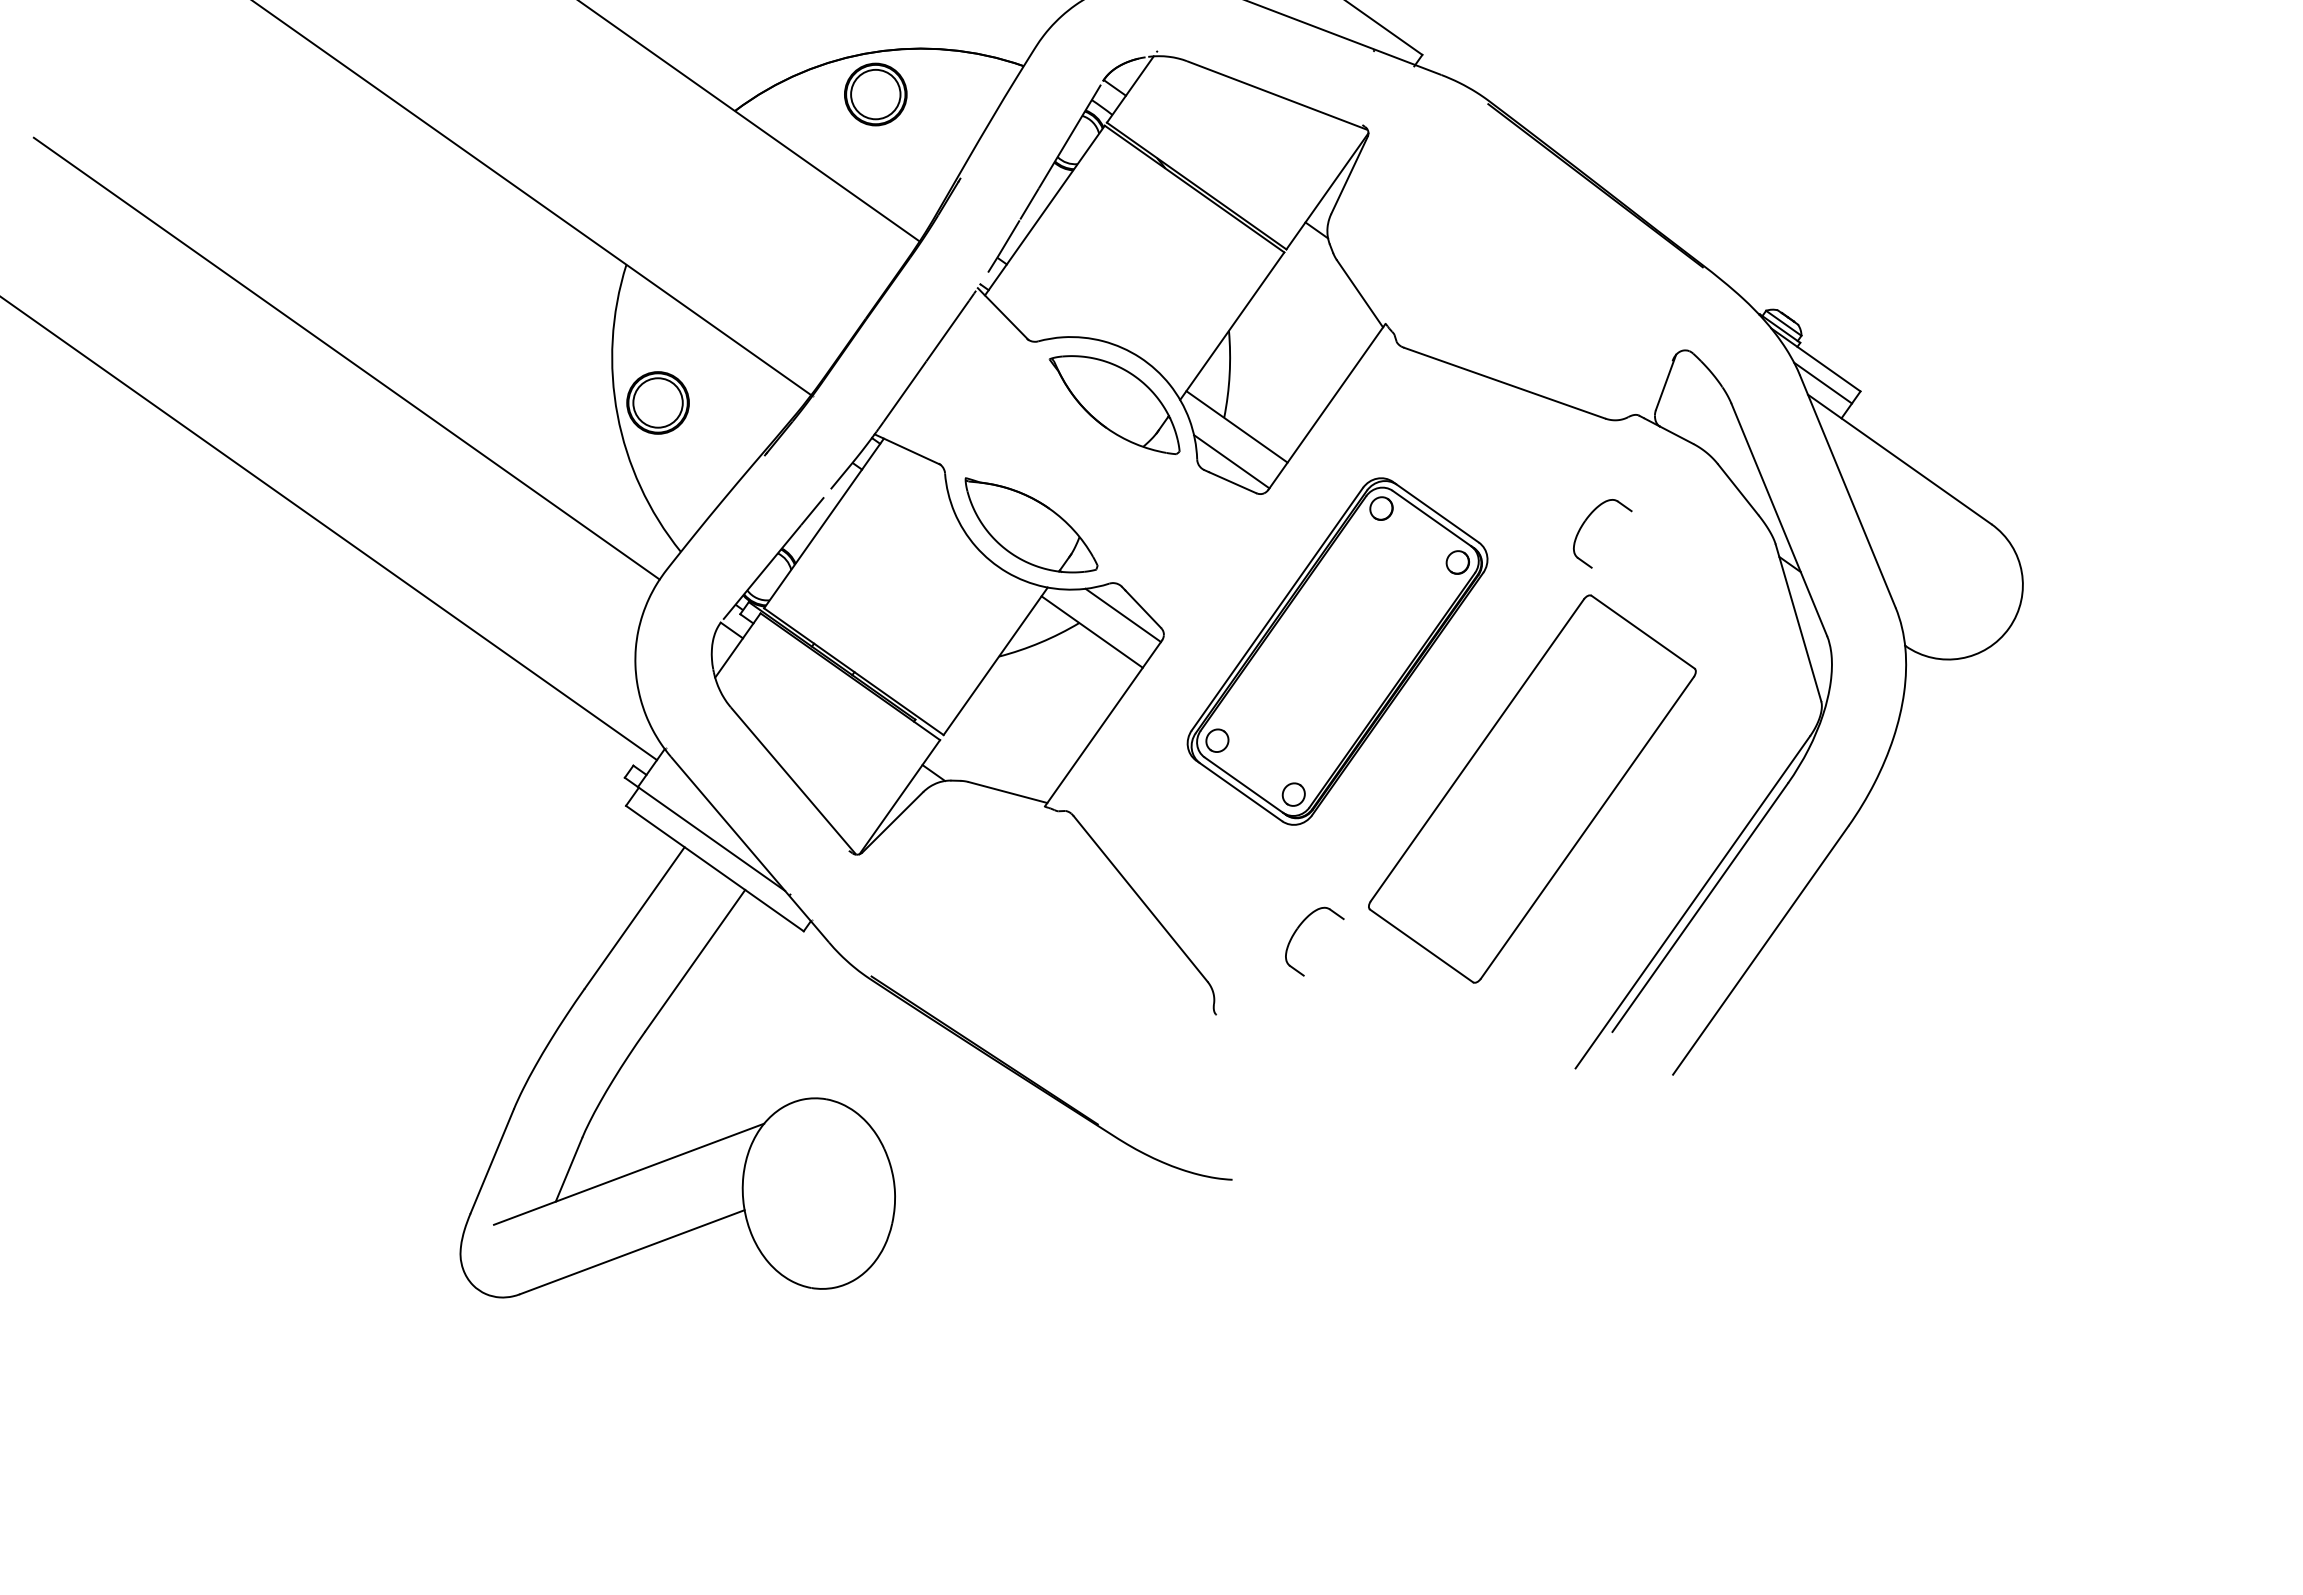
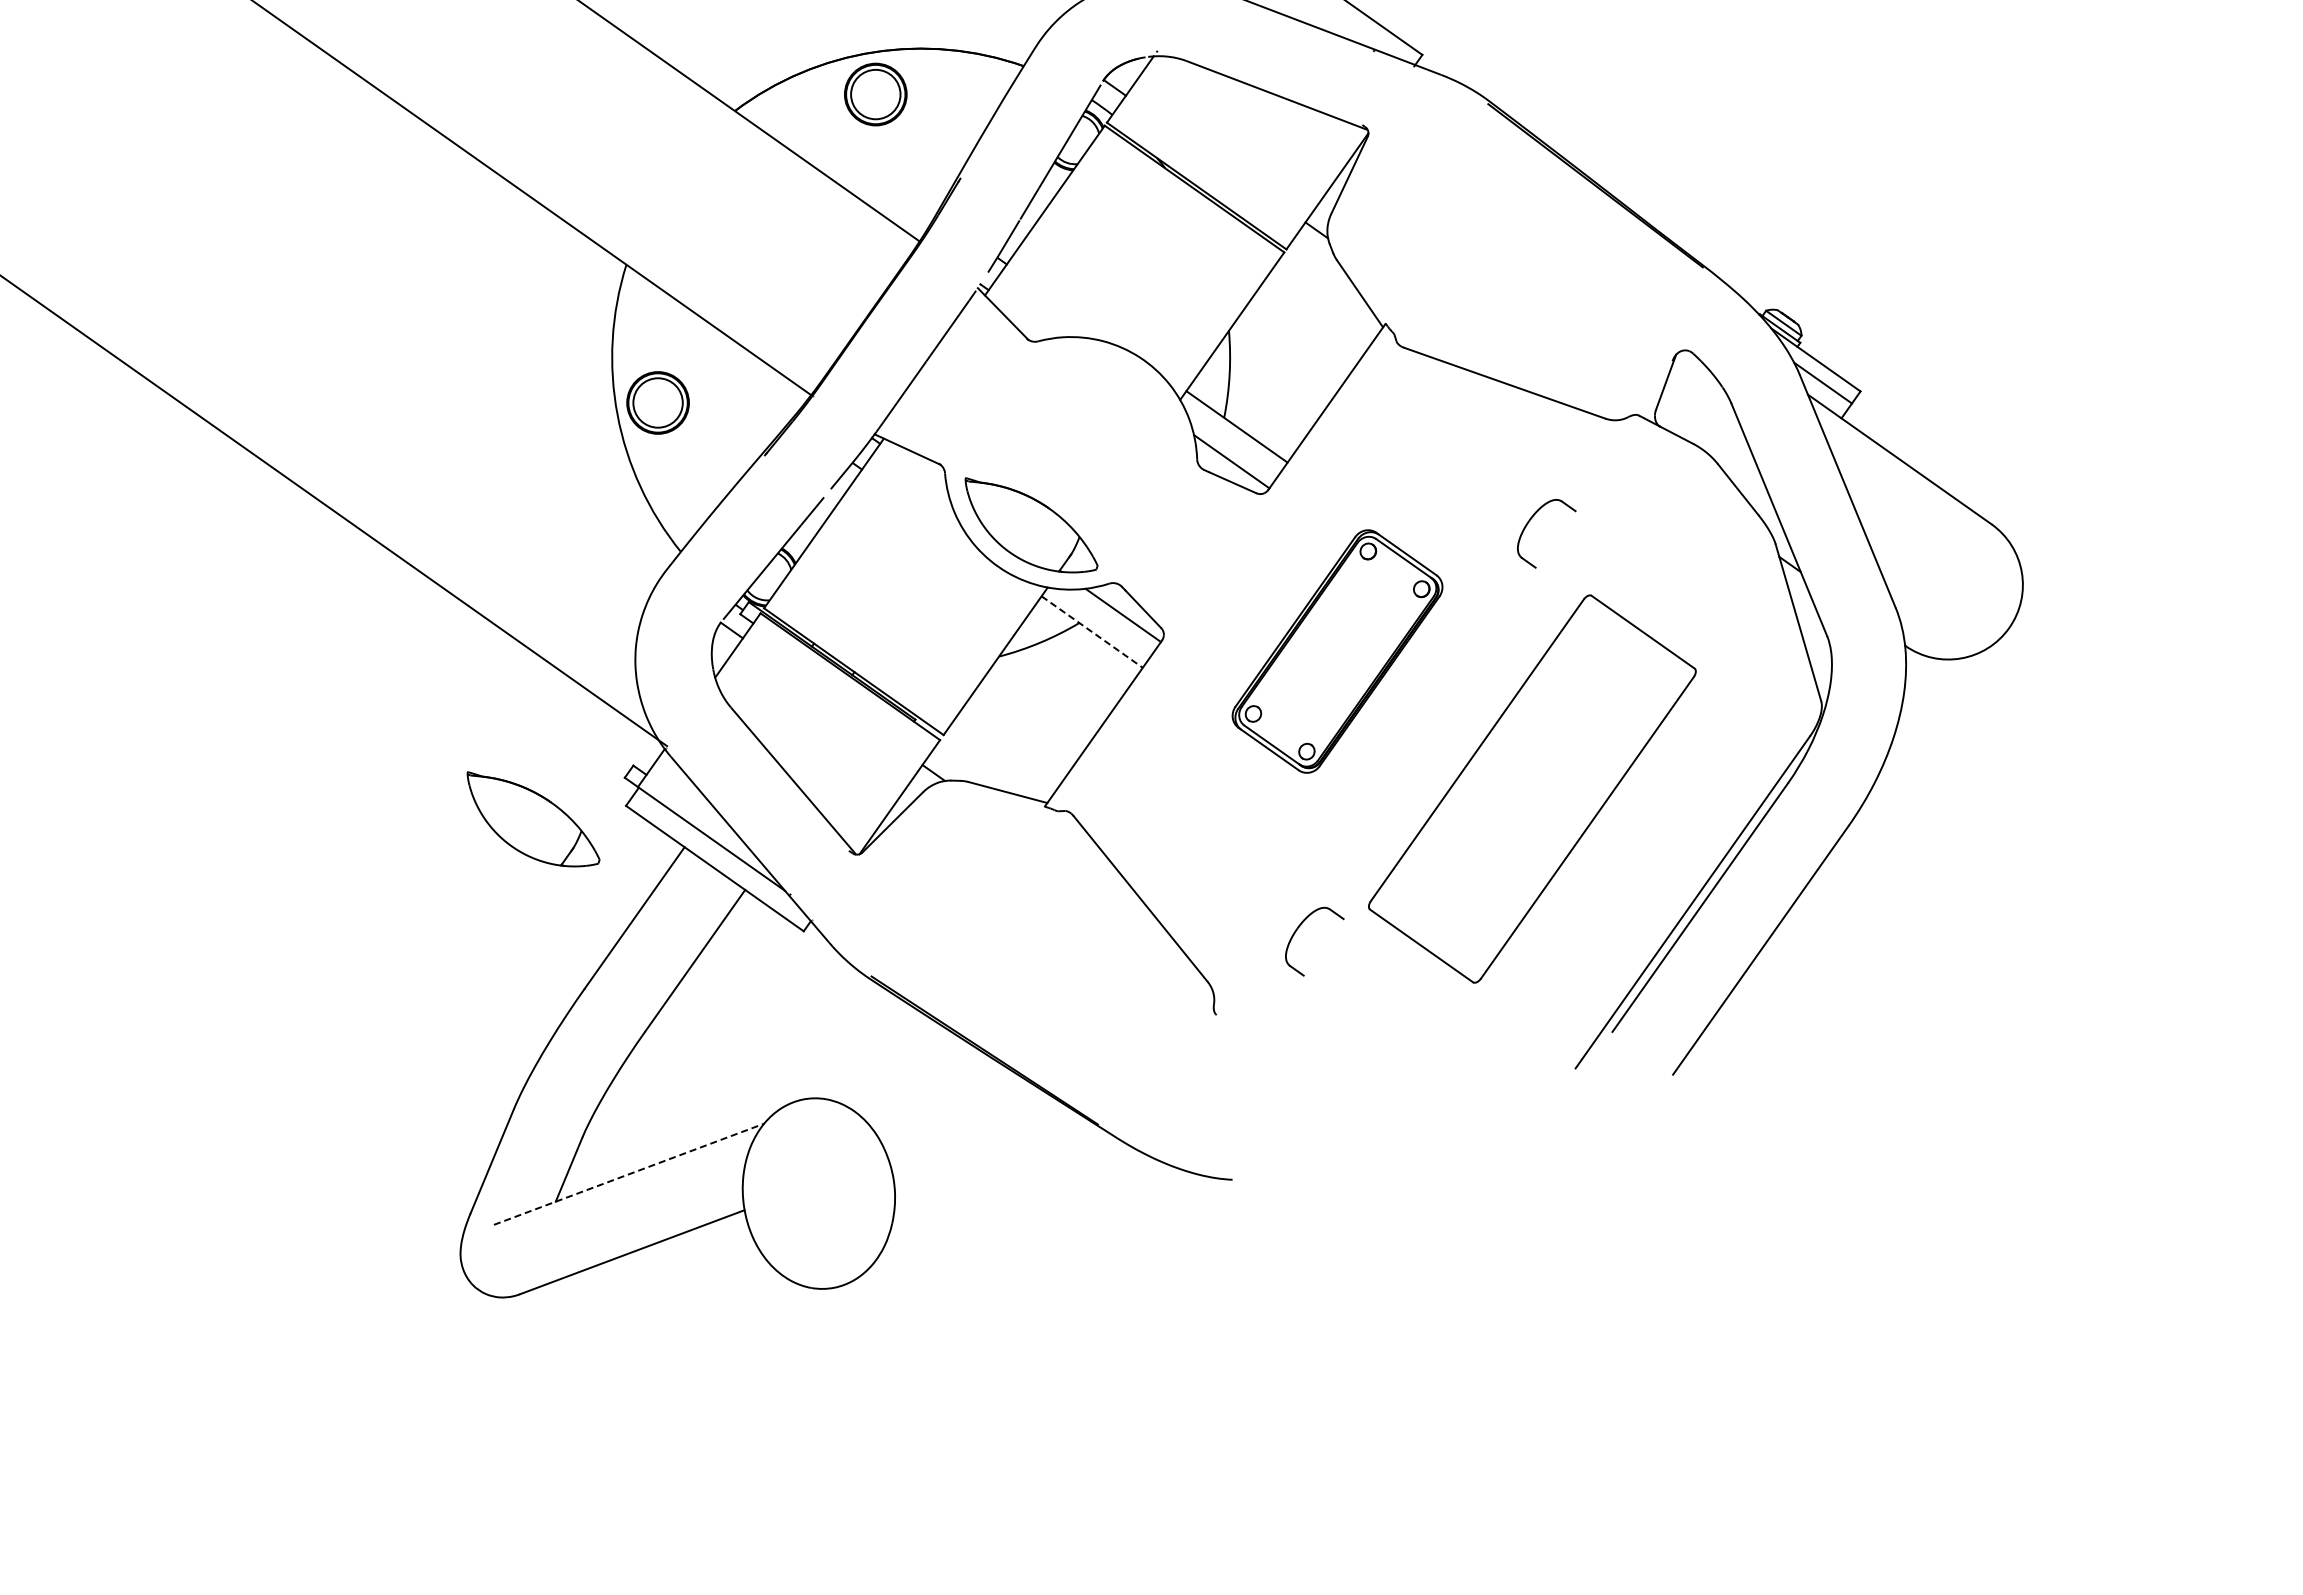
line at (346, 358): present -> none
part at (1114, 404): present -> none
part at (1585, 522) position: (1585, 522) -> (1529, 522)
line at (329, 529) position: (329, 529) -> (334, 511)
line at (1092, 632): solid -> dashed
part at (1337, 651) size: 303x349 px -> 213x245 px
part at (533, 819): none -> present
line at (629, 1174): solid -> dashed
